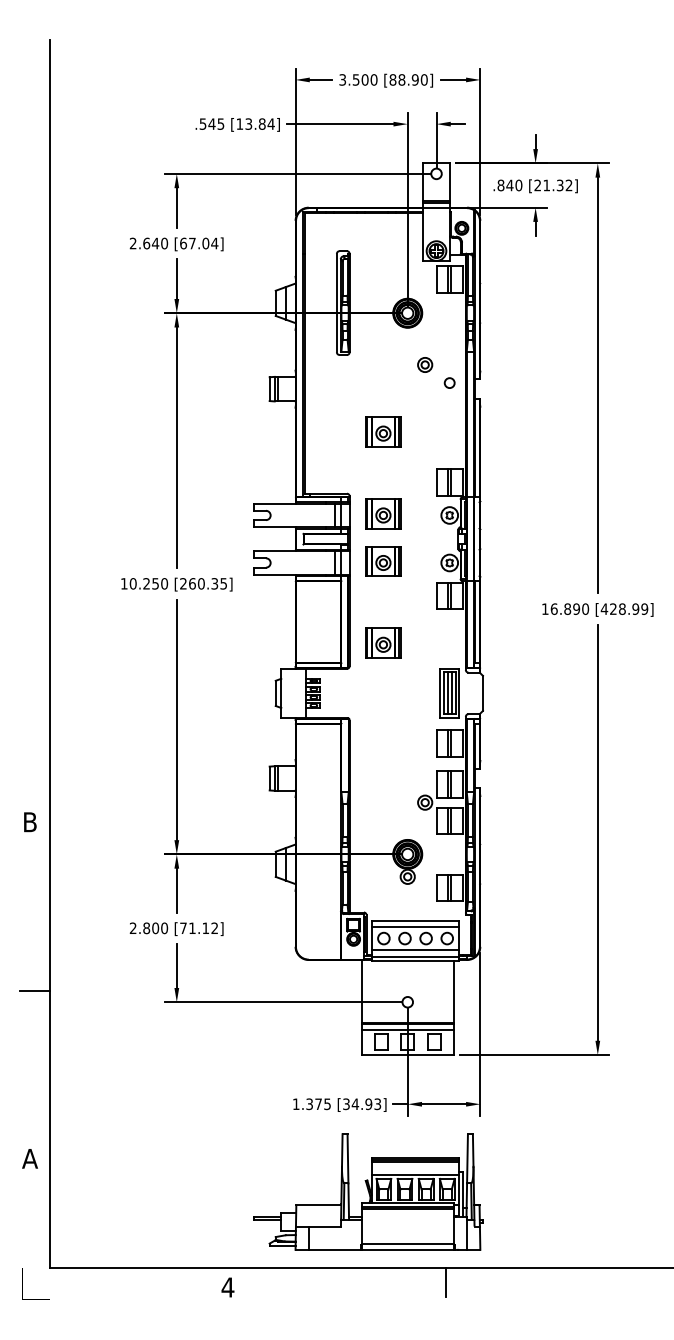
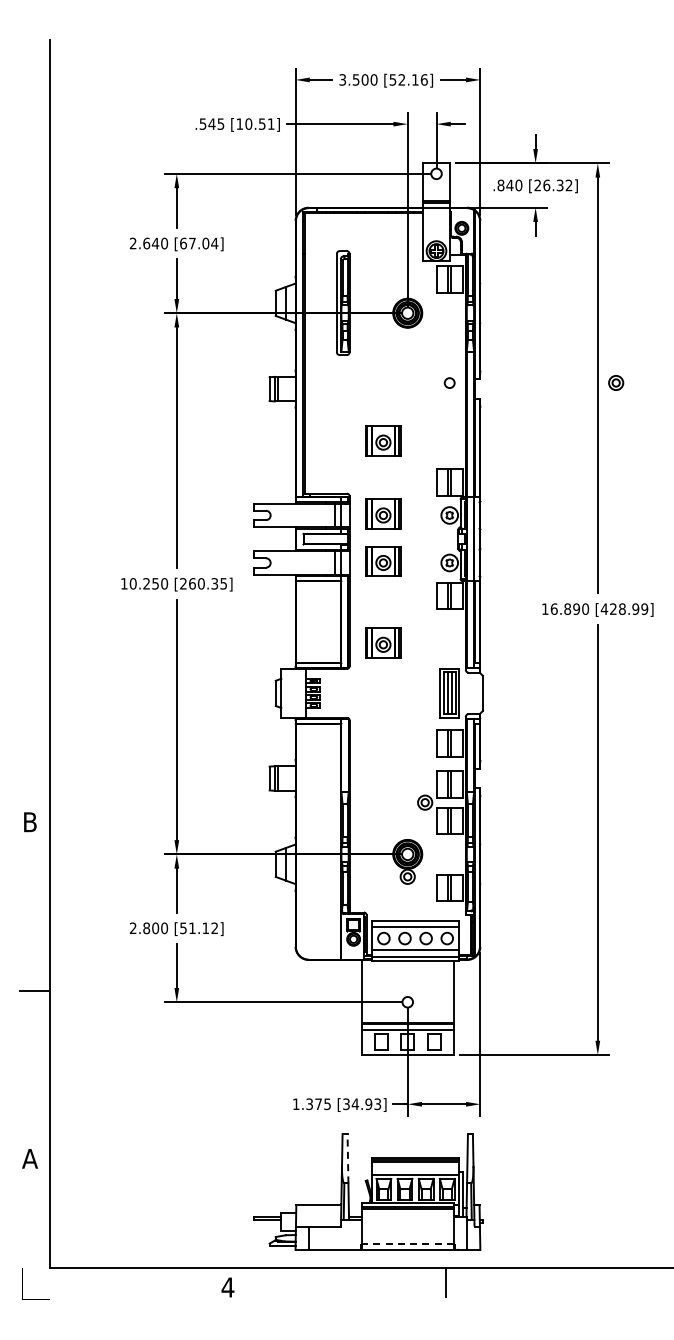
text at (408, 79): [88.90] -> [52.16]
text at (259, 123): [13.84] -> [10.51]
text at (546, 185): [21.32] -> [26.32]
part at (425, 364) position: (425, 364) -> (616, 382)
part at (383, 431) position: (383, 431) -> (383, 440)
text at (183, 928): [71.12] -> [51.12]
line at (347, 1158): solid -> dashed
line at (407, 1244): solid -> dashed
